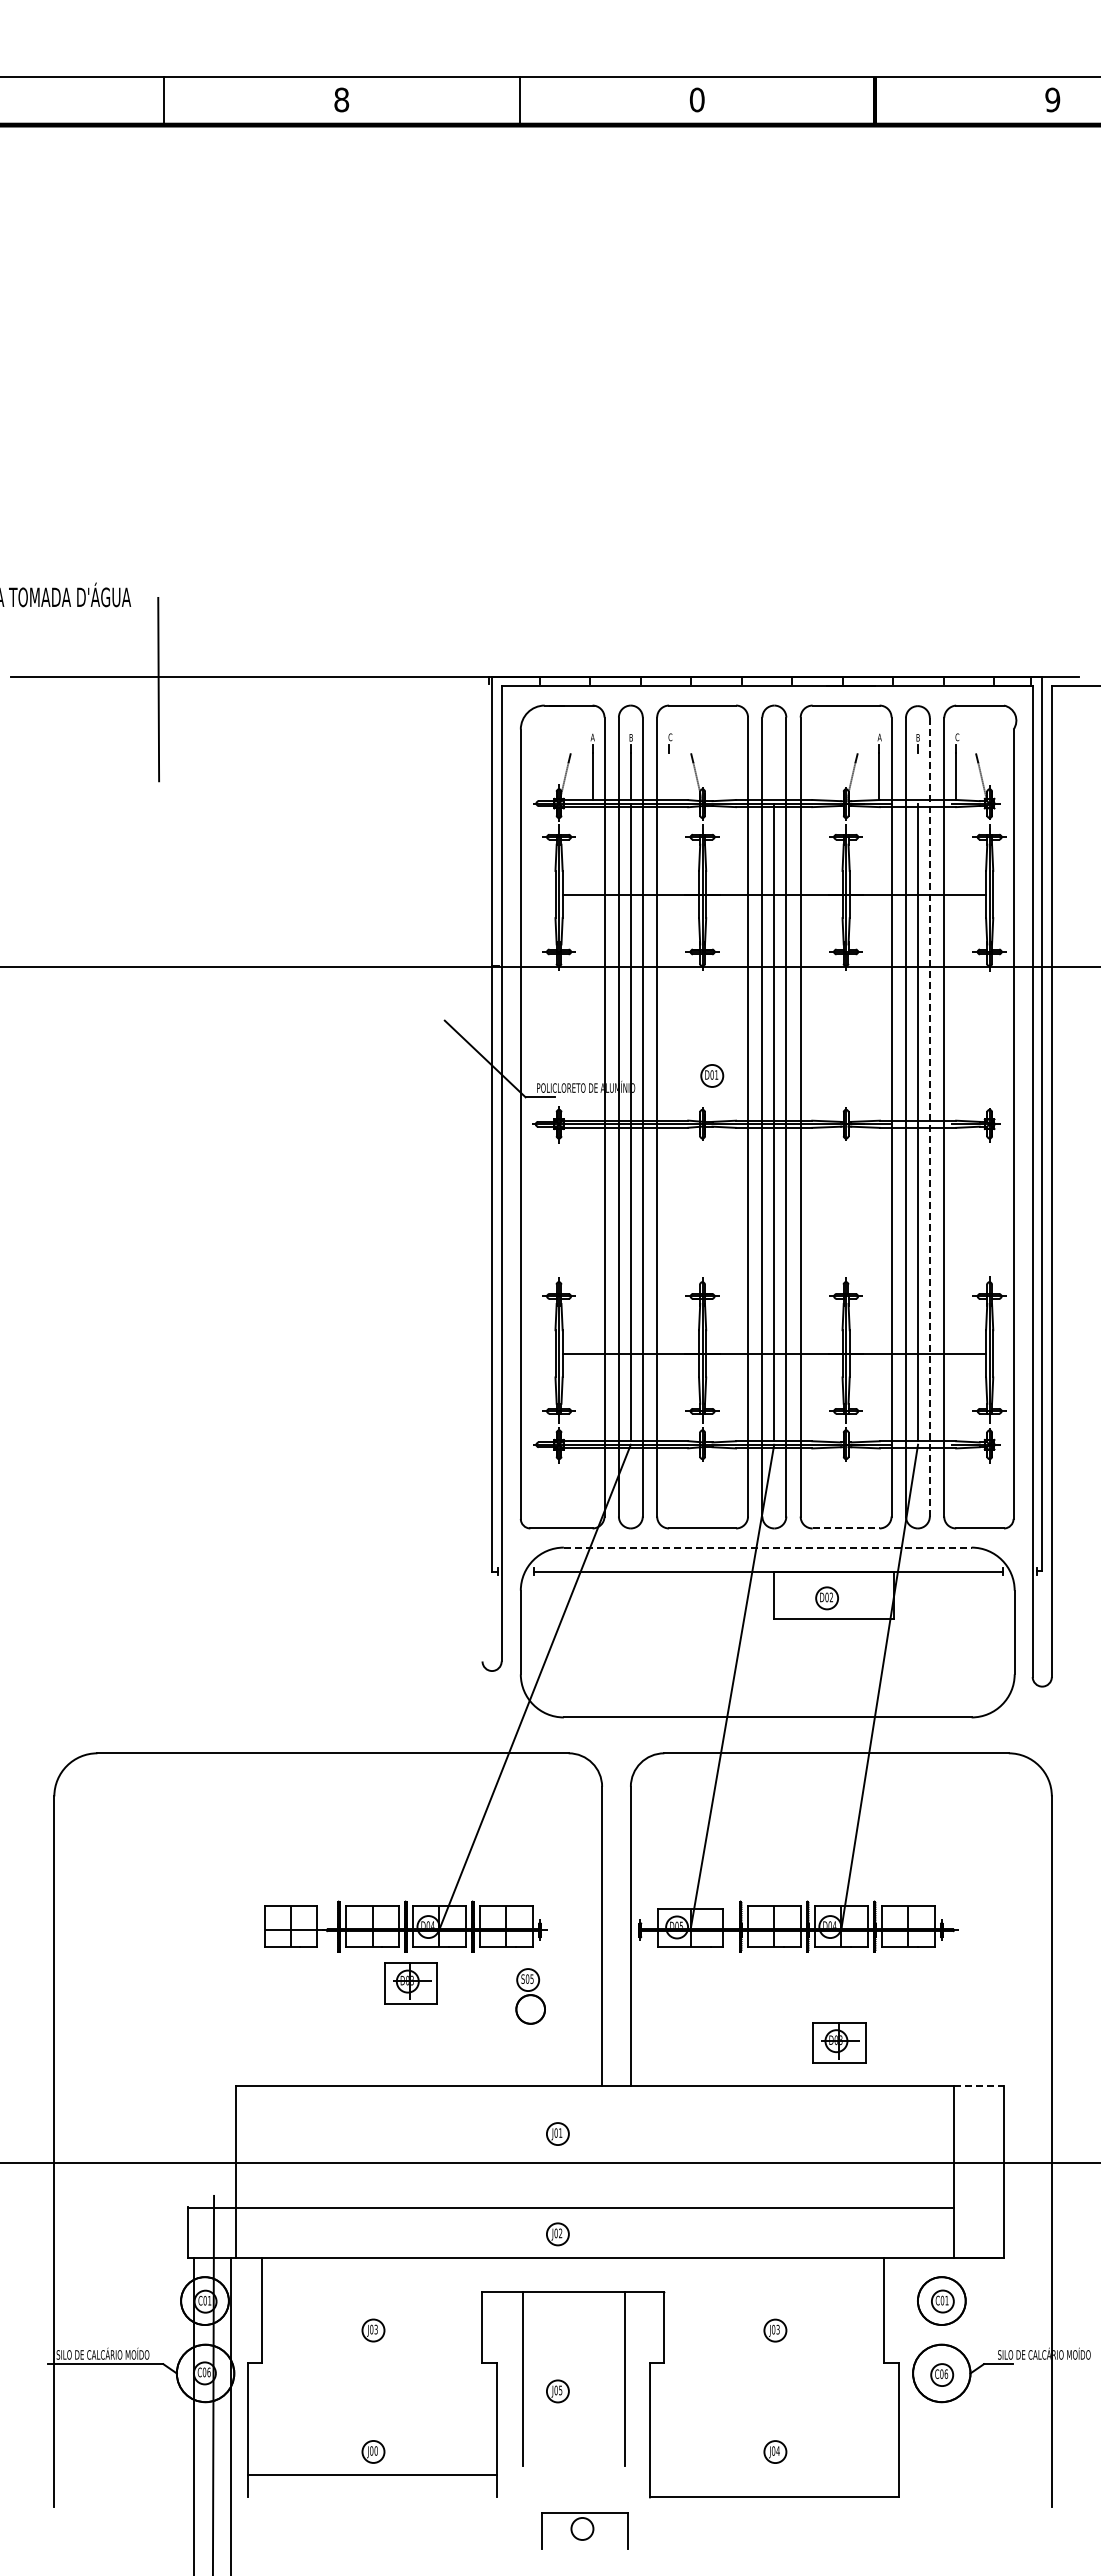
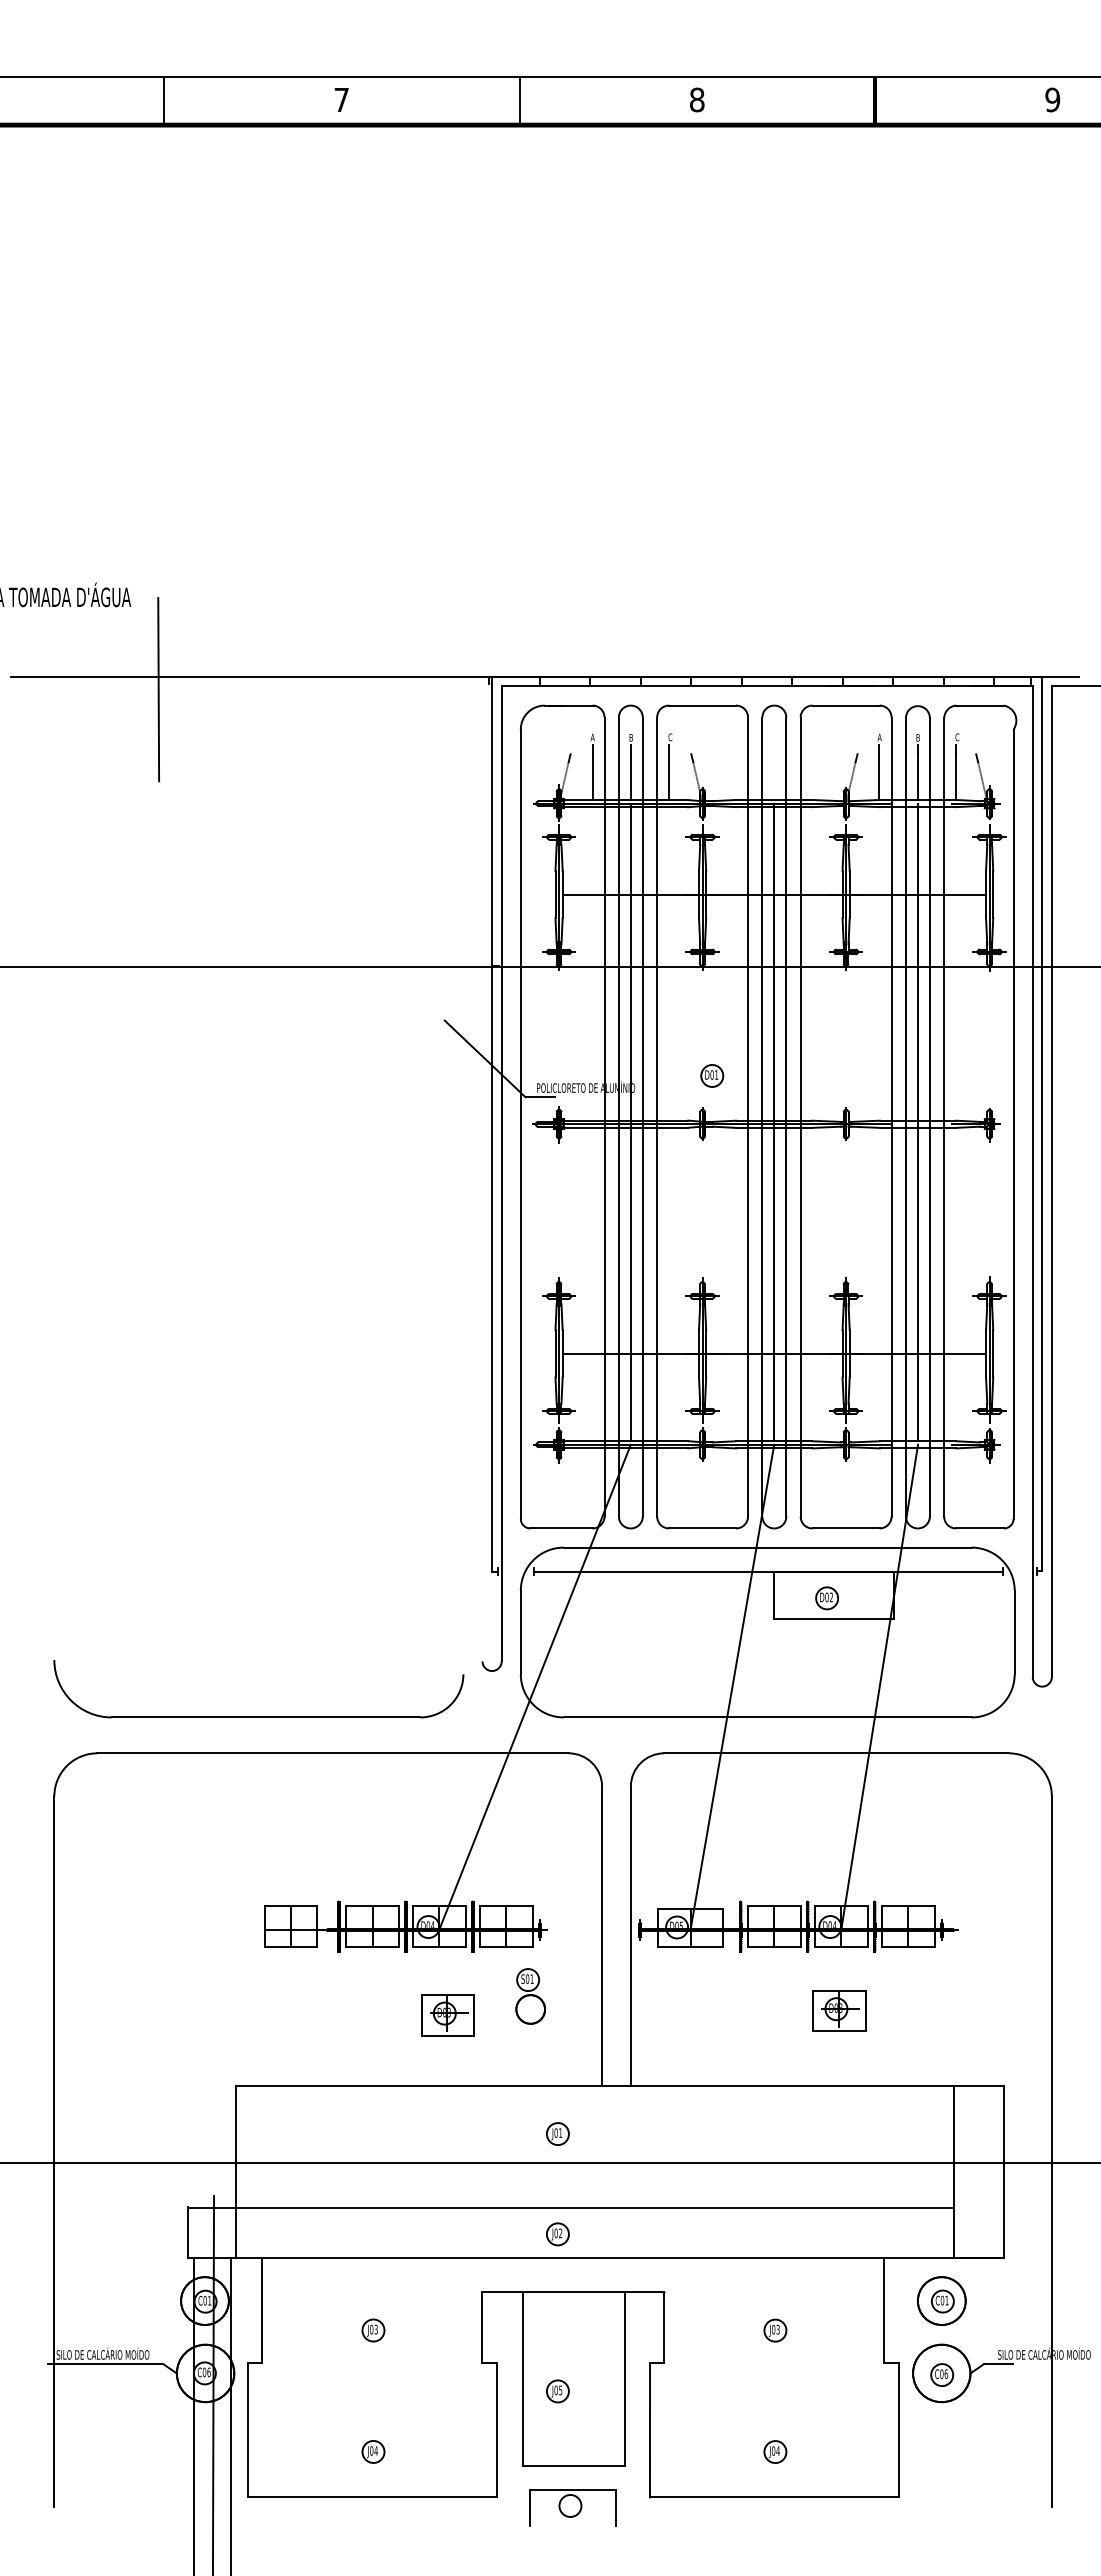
text at (341, 99): 8 -> 7
text at (696, 100): 0 -> 8
line at (669, 776): none -> present
line at (917, 776): none -> present
line at (929, 1117): dashed -> solid
line at (846, 1528): dashed -> solid
line at (767, 1547): dashed -> solid
part at (258, 1716): none -> present
text at (531, 1978): S05 -> S01
part at (410, 1983) position: (410, 1983) -> (447, 2015)
part at (839, 2042) position: (839, 2042) -> (839, 2010)
line at (979, 2085): dashed -> solid
text at (375, 2450): J00 -> J04
line at (573, 2466): none -> present
line at (372, 2475) position: (372, 2475) -> (372, 2497)
part at (584, 2530) position: (584, 2530) -> (572, 2507)
